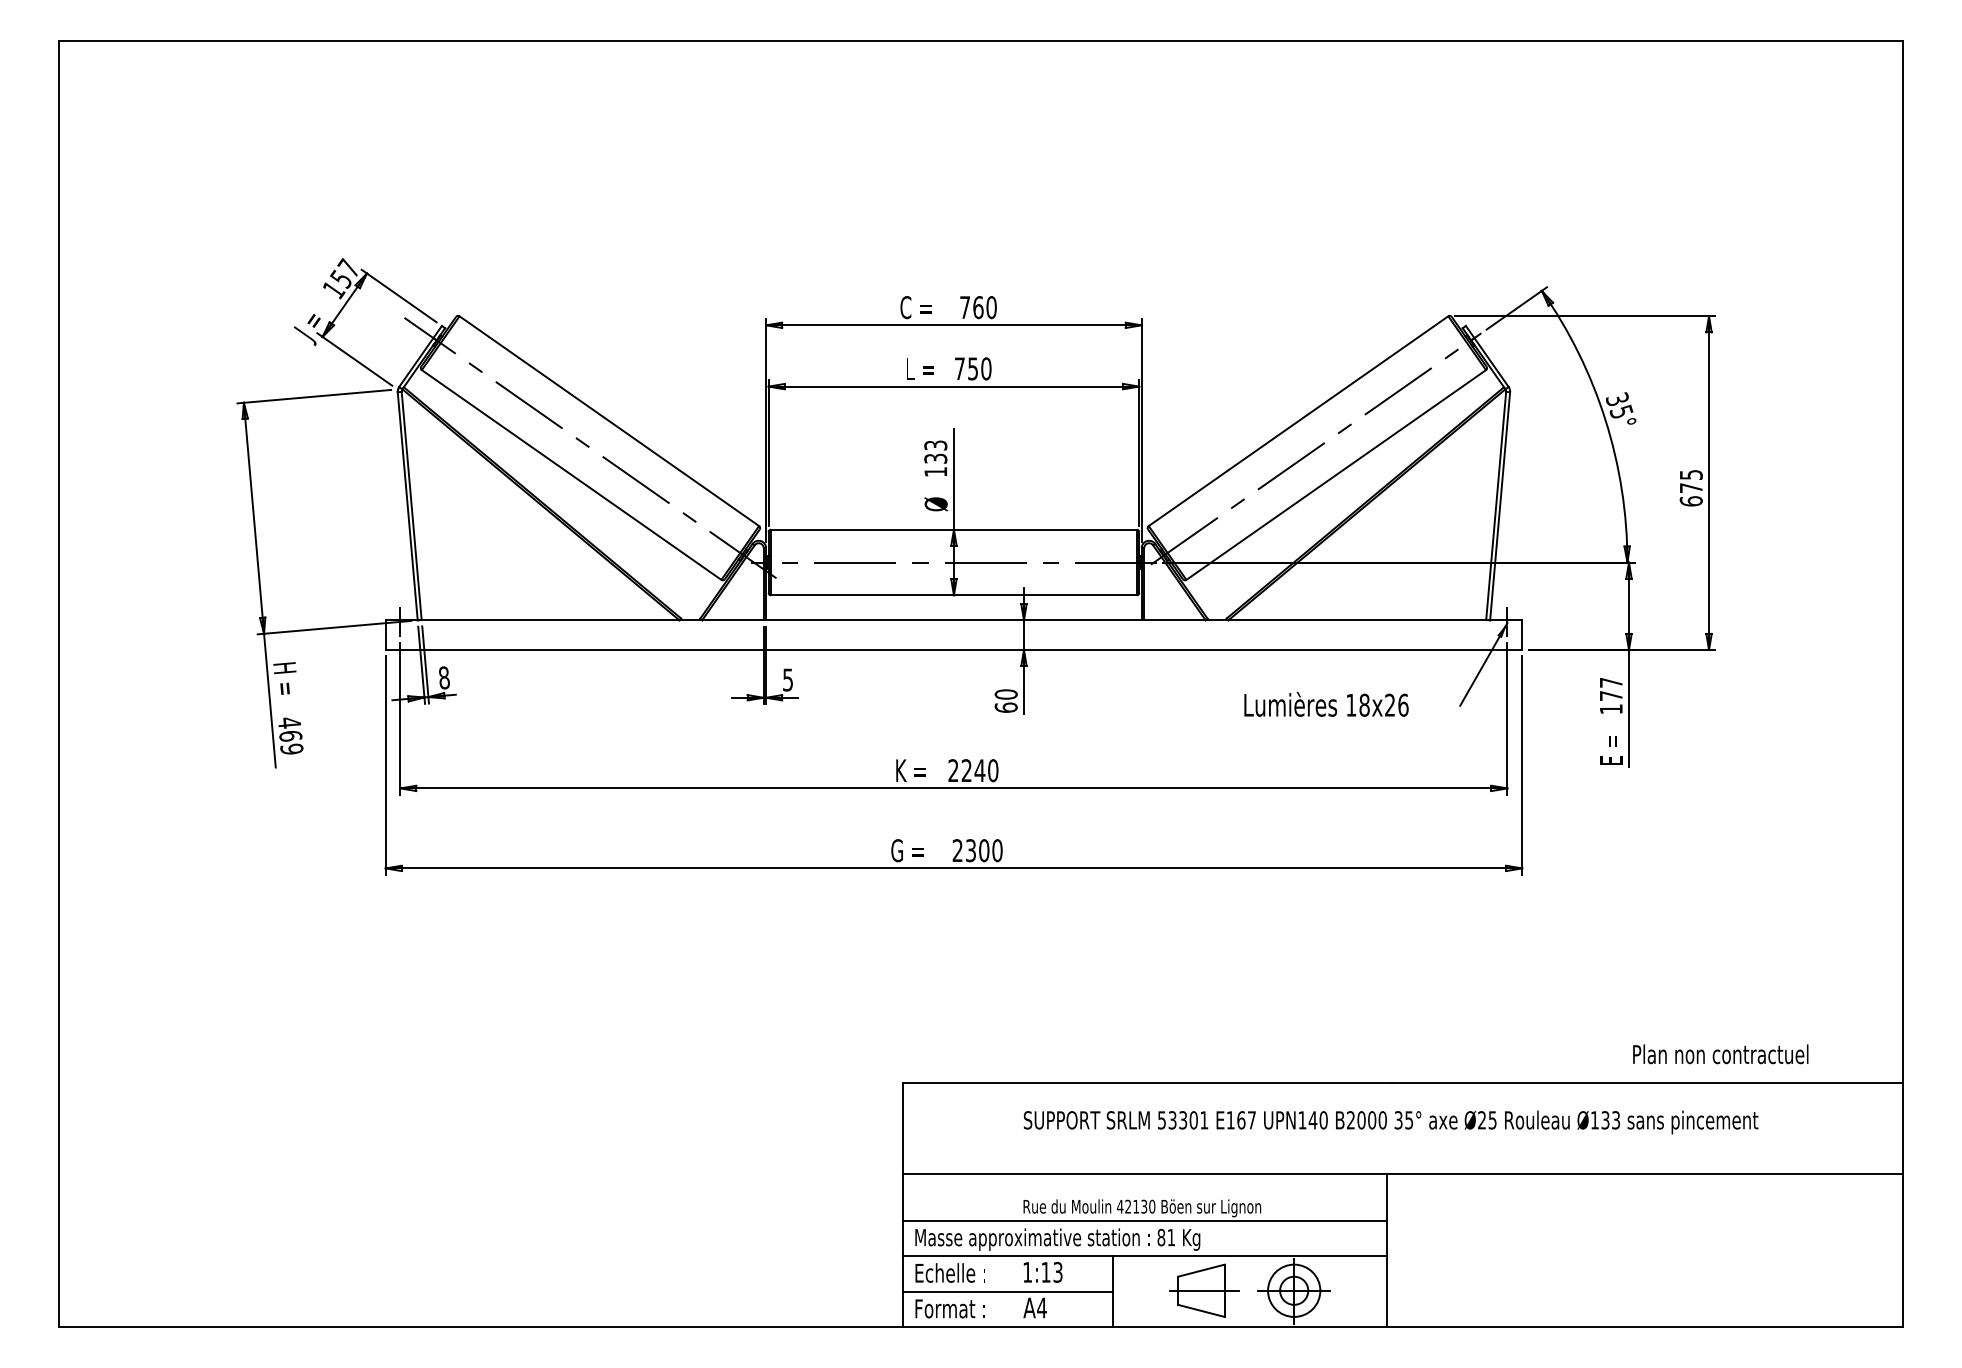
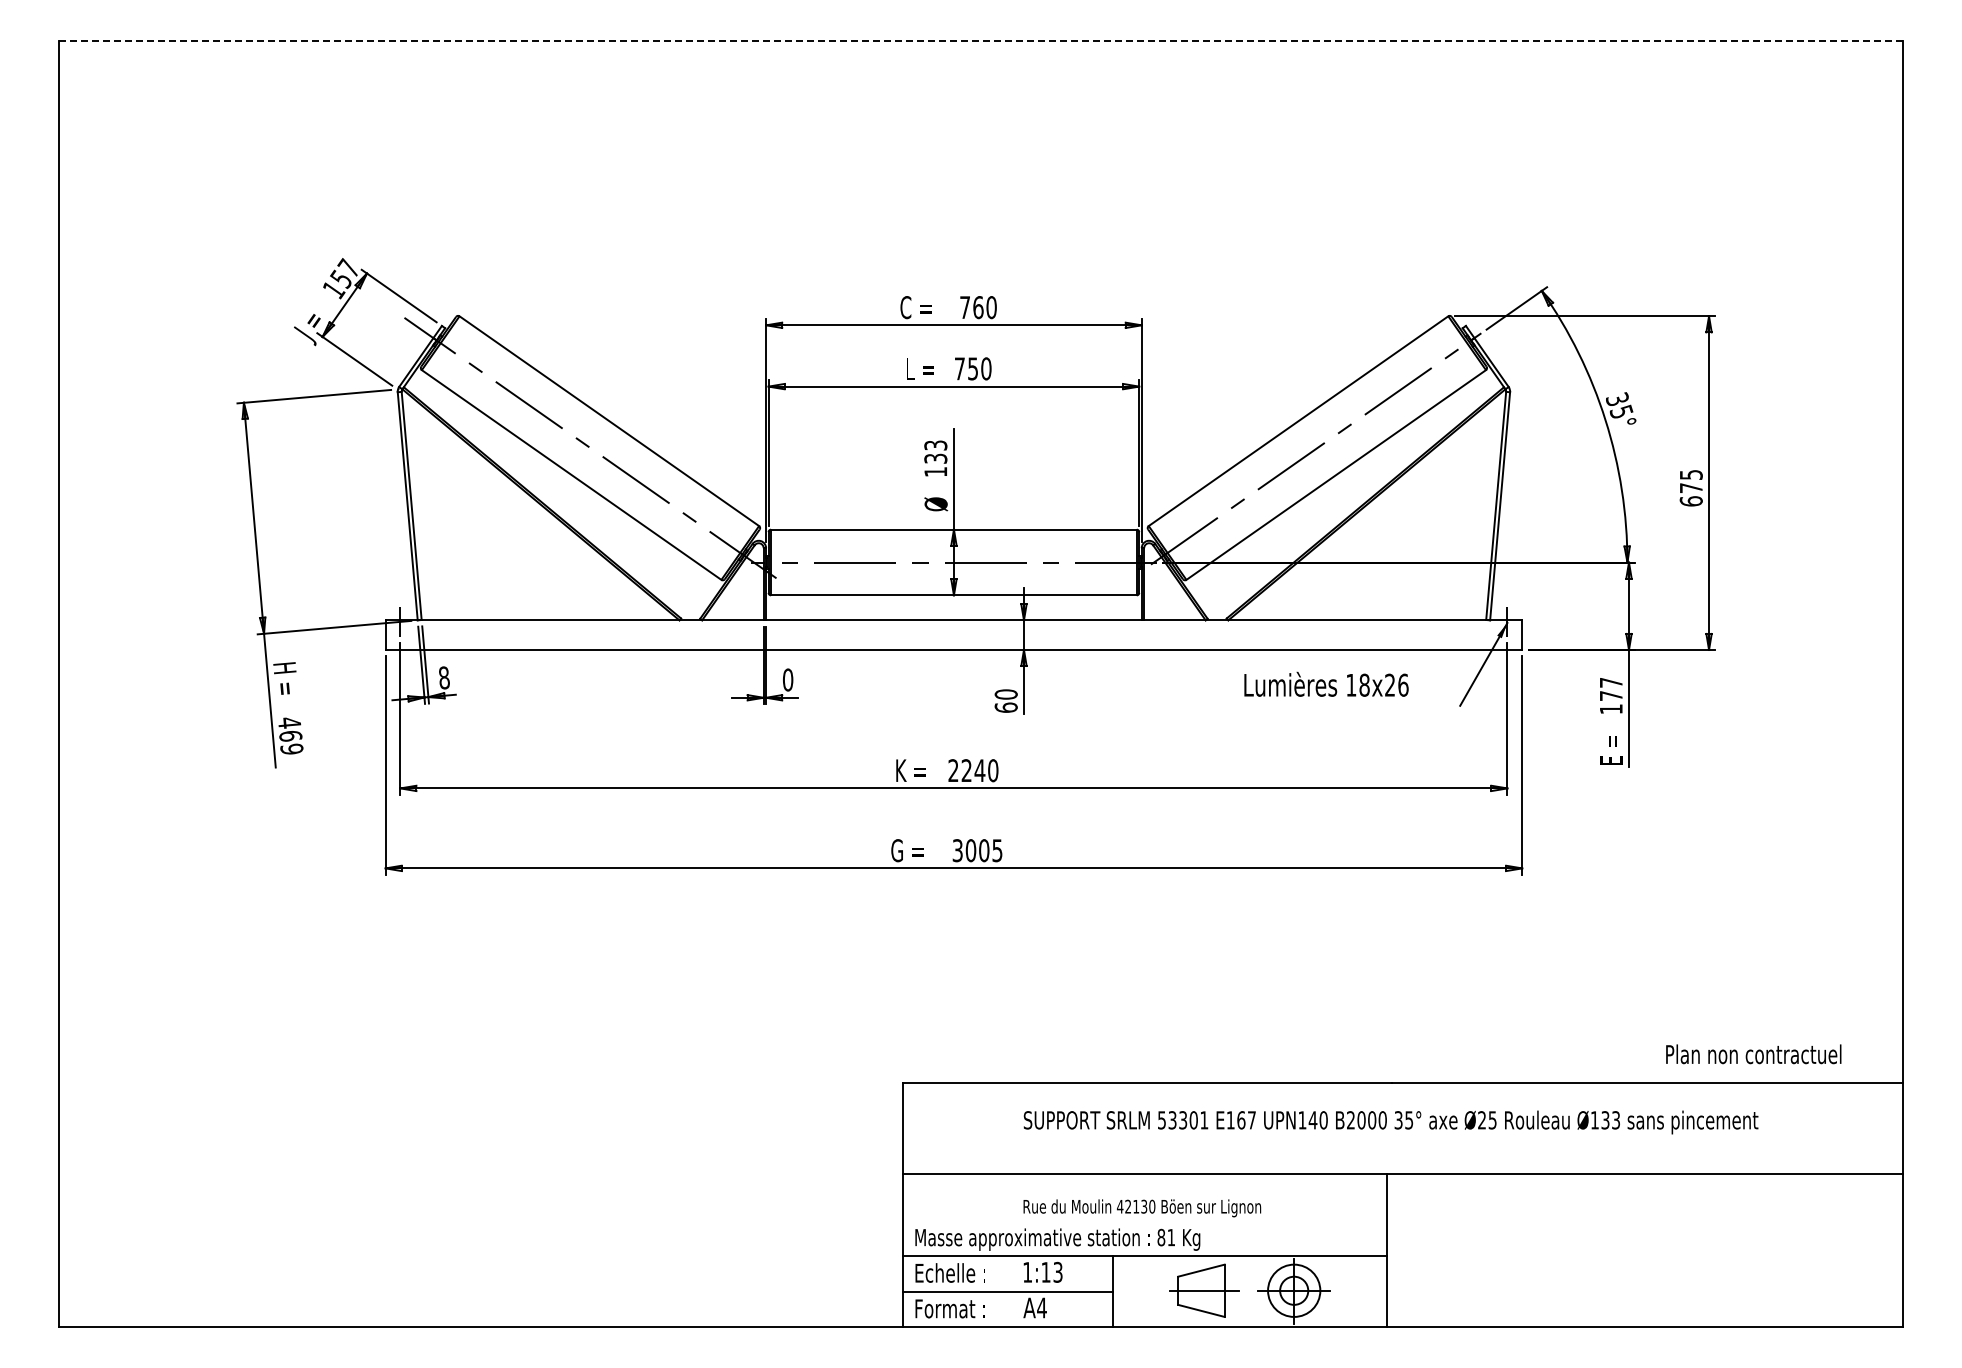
line at (981, 41): solid -> dashed
text at (788, 679): 5 -> 0
text at (1326, 703) position: (1326, 703) -> (1326, 683)
text at (977, 850): 2300 -> 3005
text at (1720, 1054) position: (1720, 1054) -> (1753, 1054)
line at (1145, 1220): present -> none
